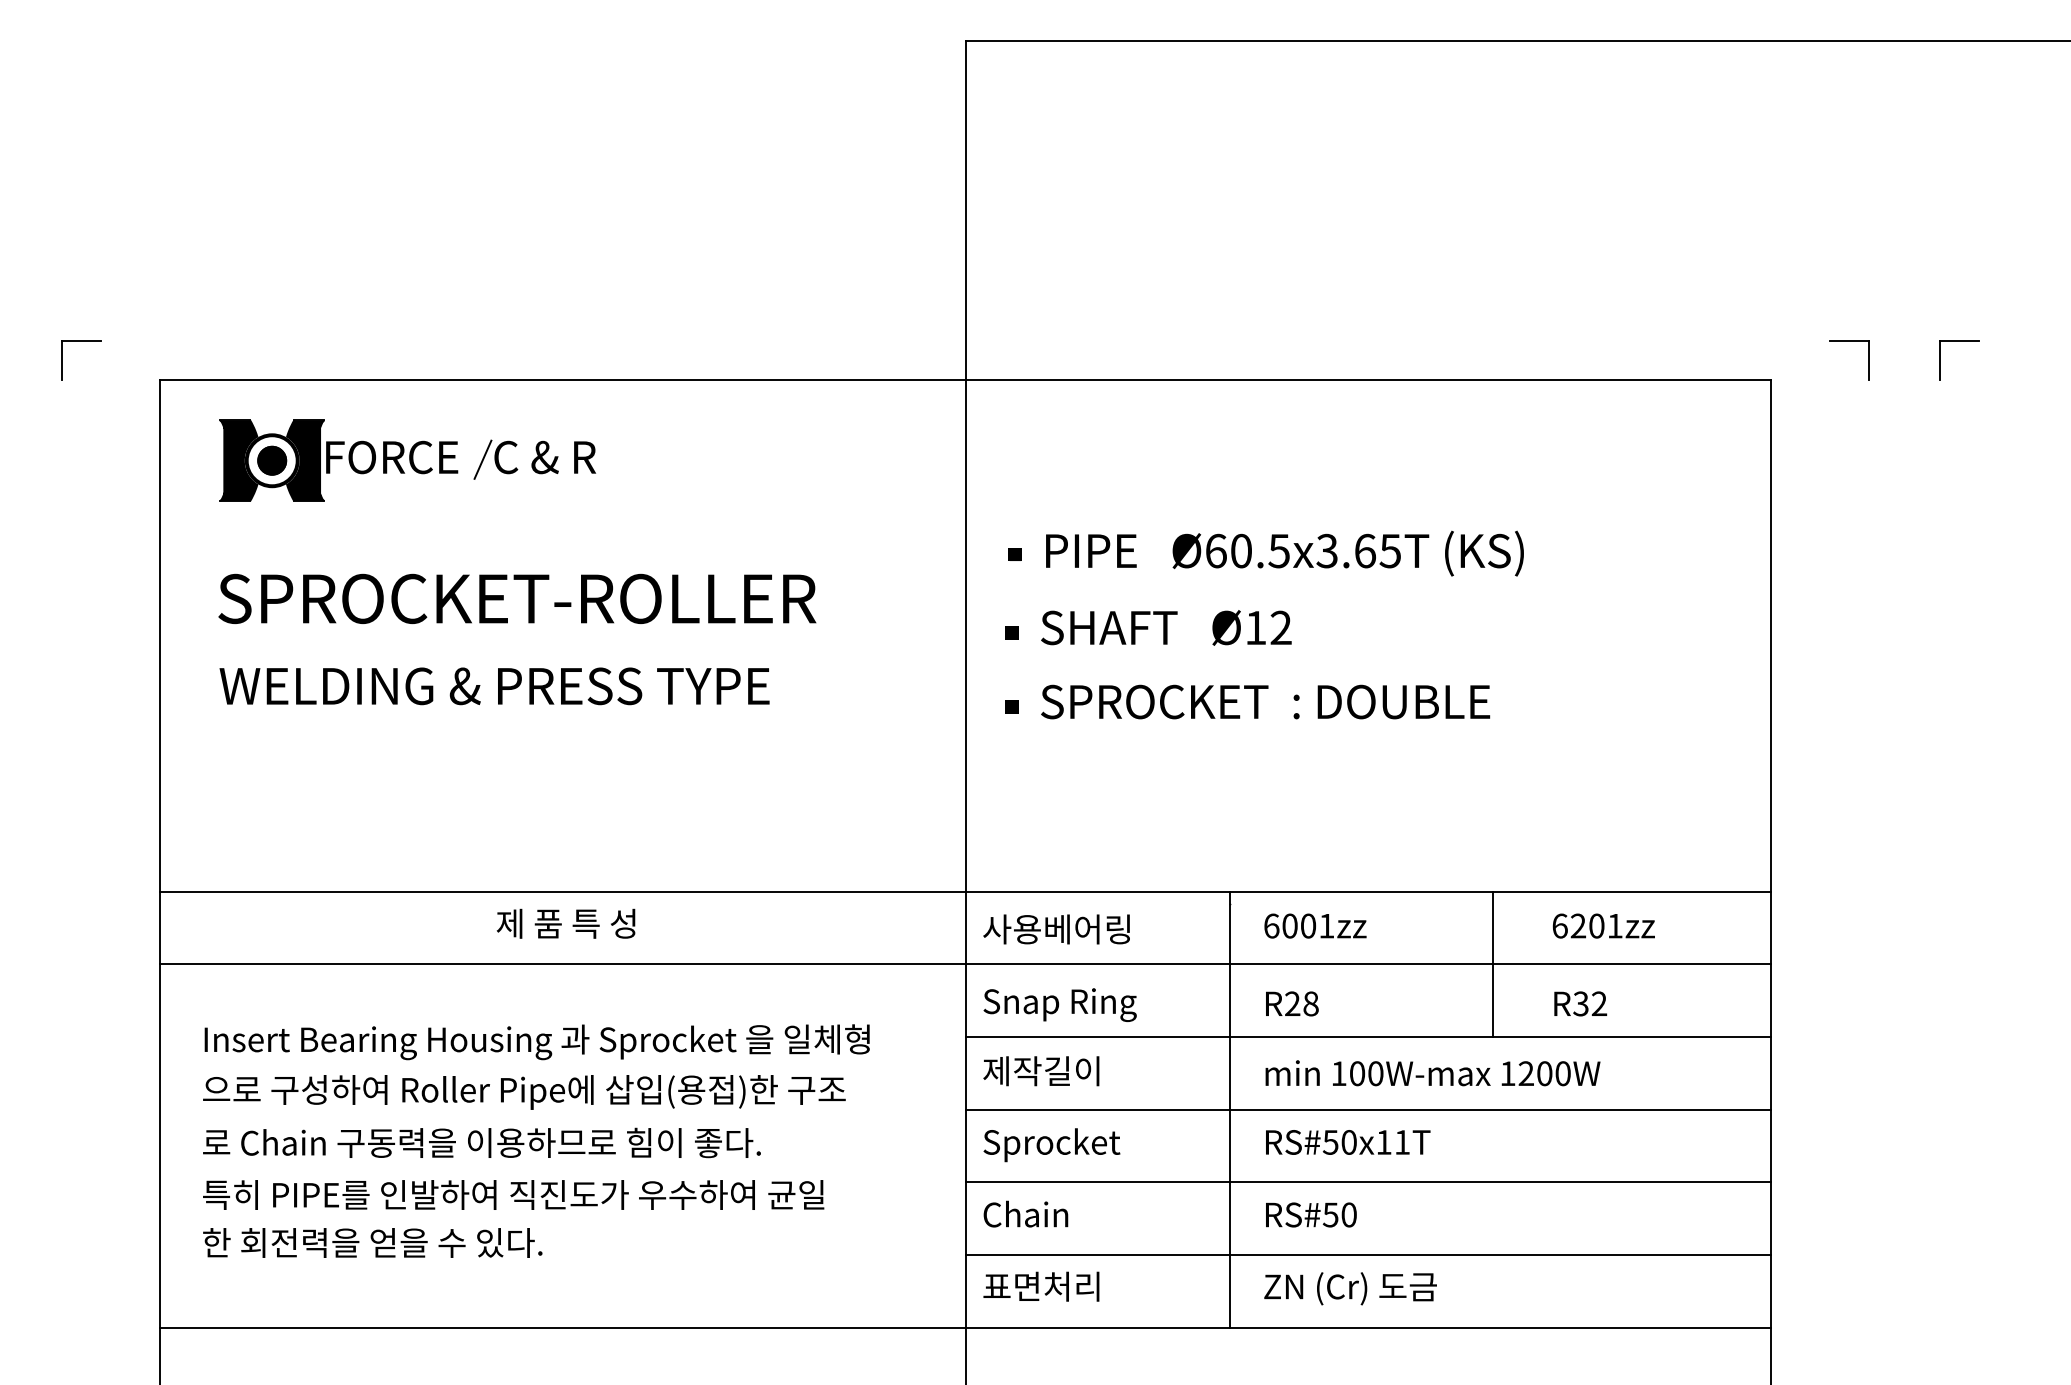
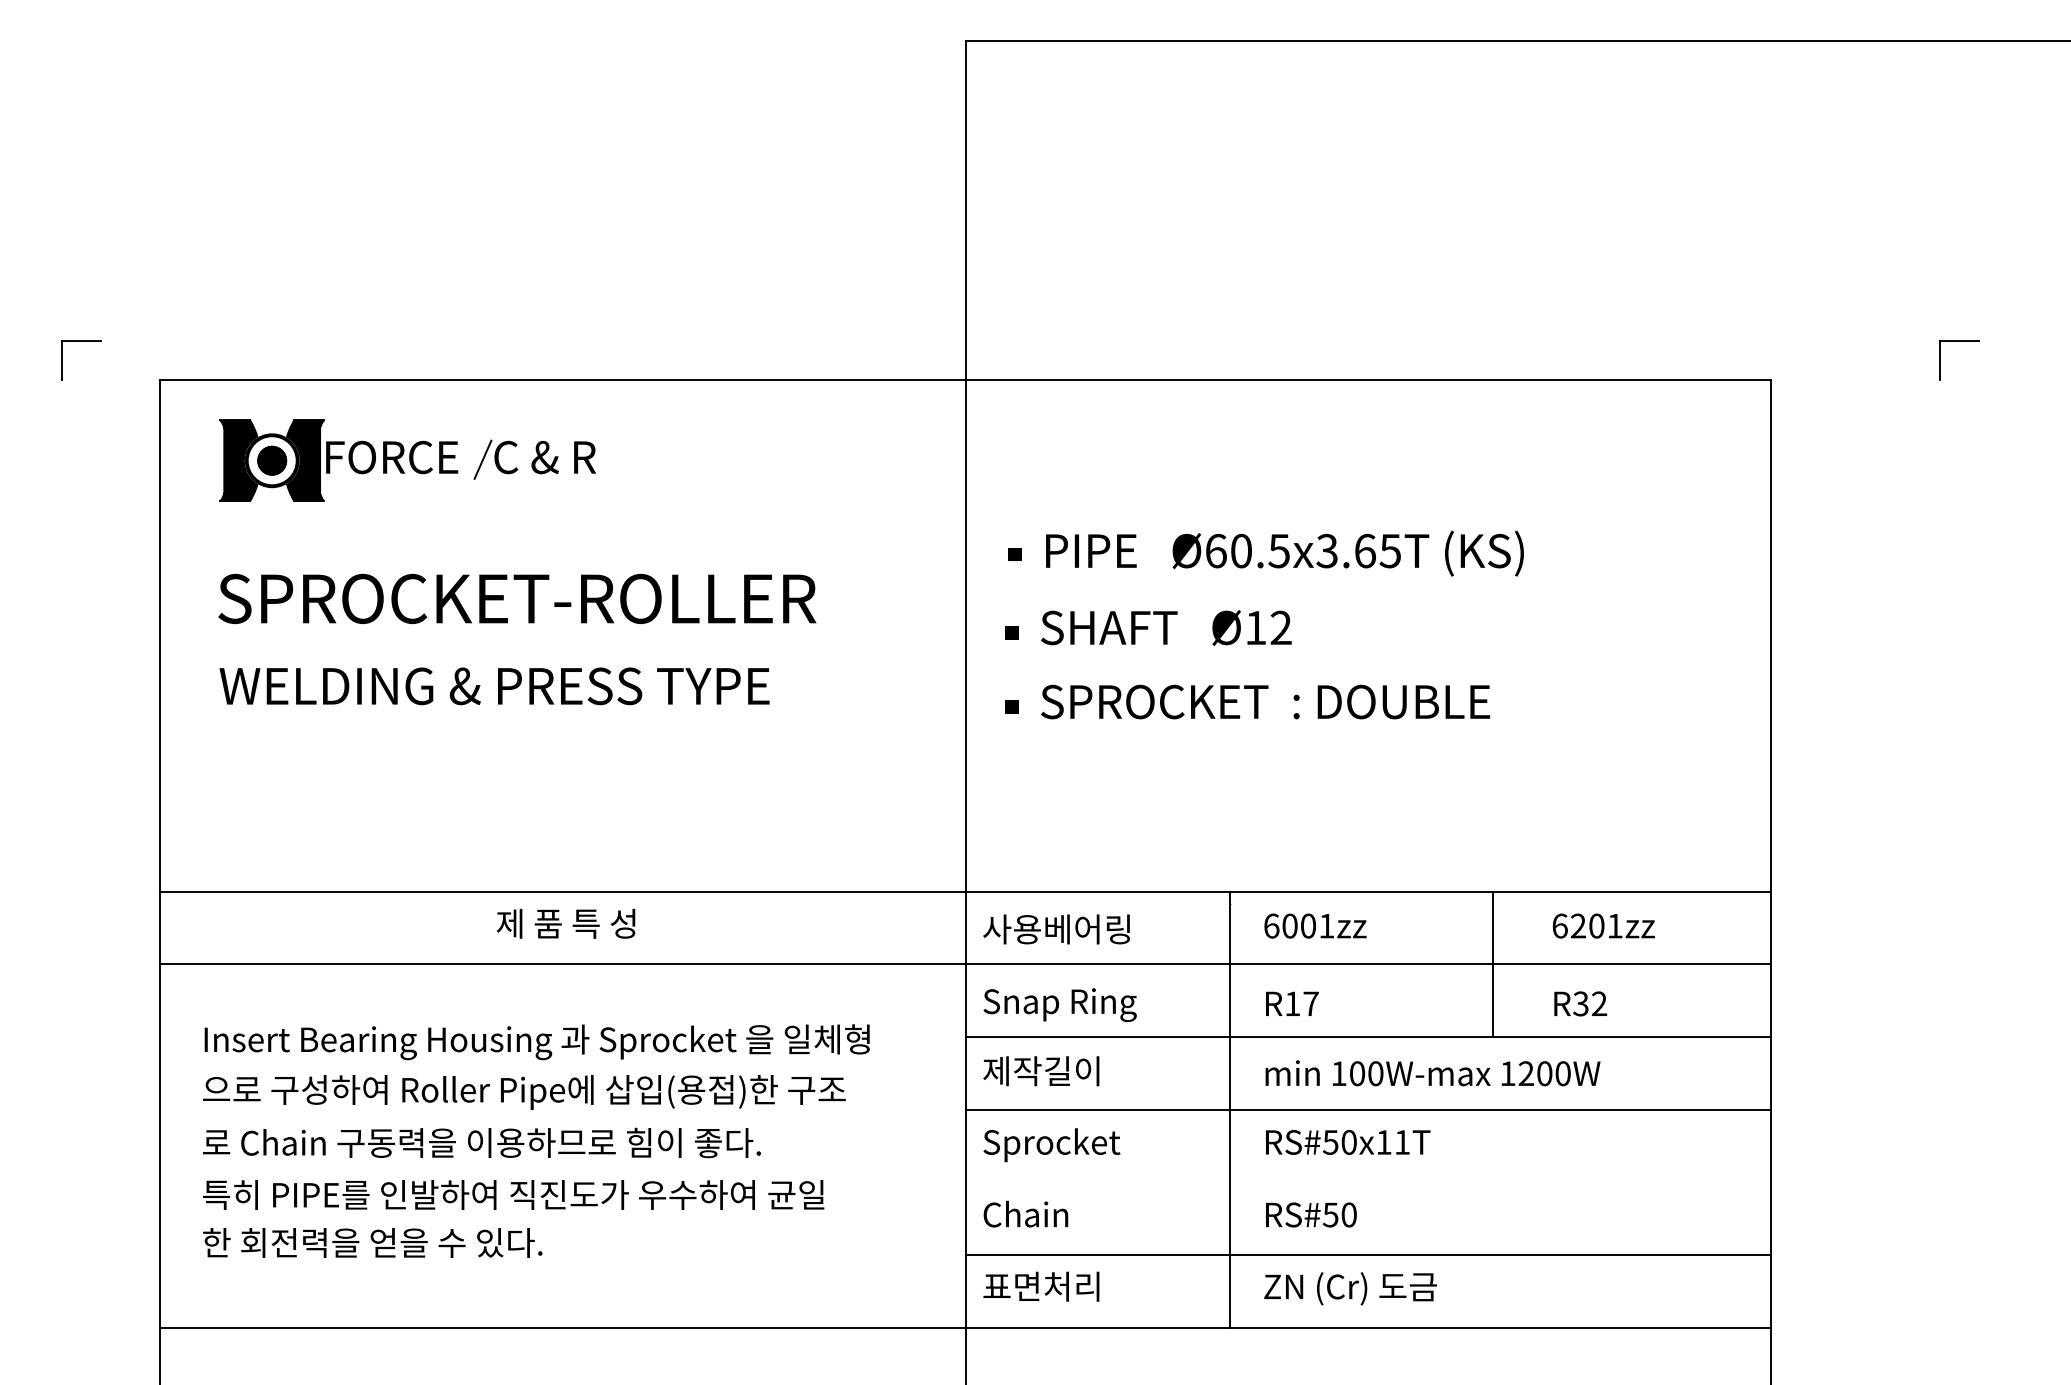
part at (1849, 341): present -> none
text at (1301, 1003): R28 -> R17
line at (1367, 1182): present -> none
